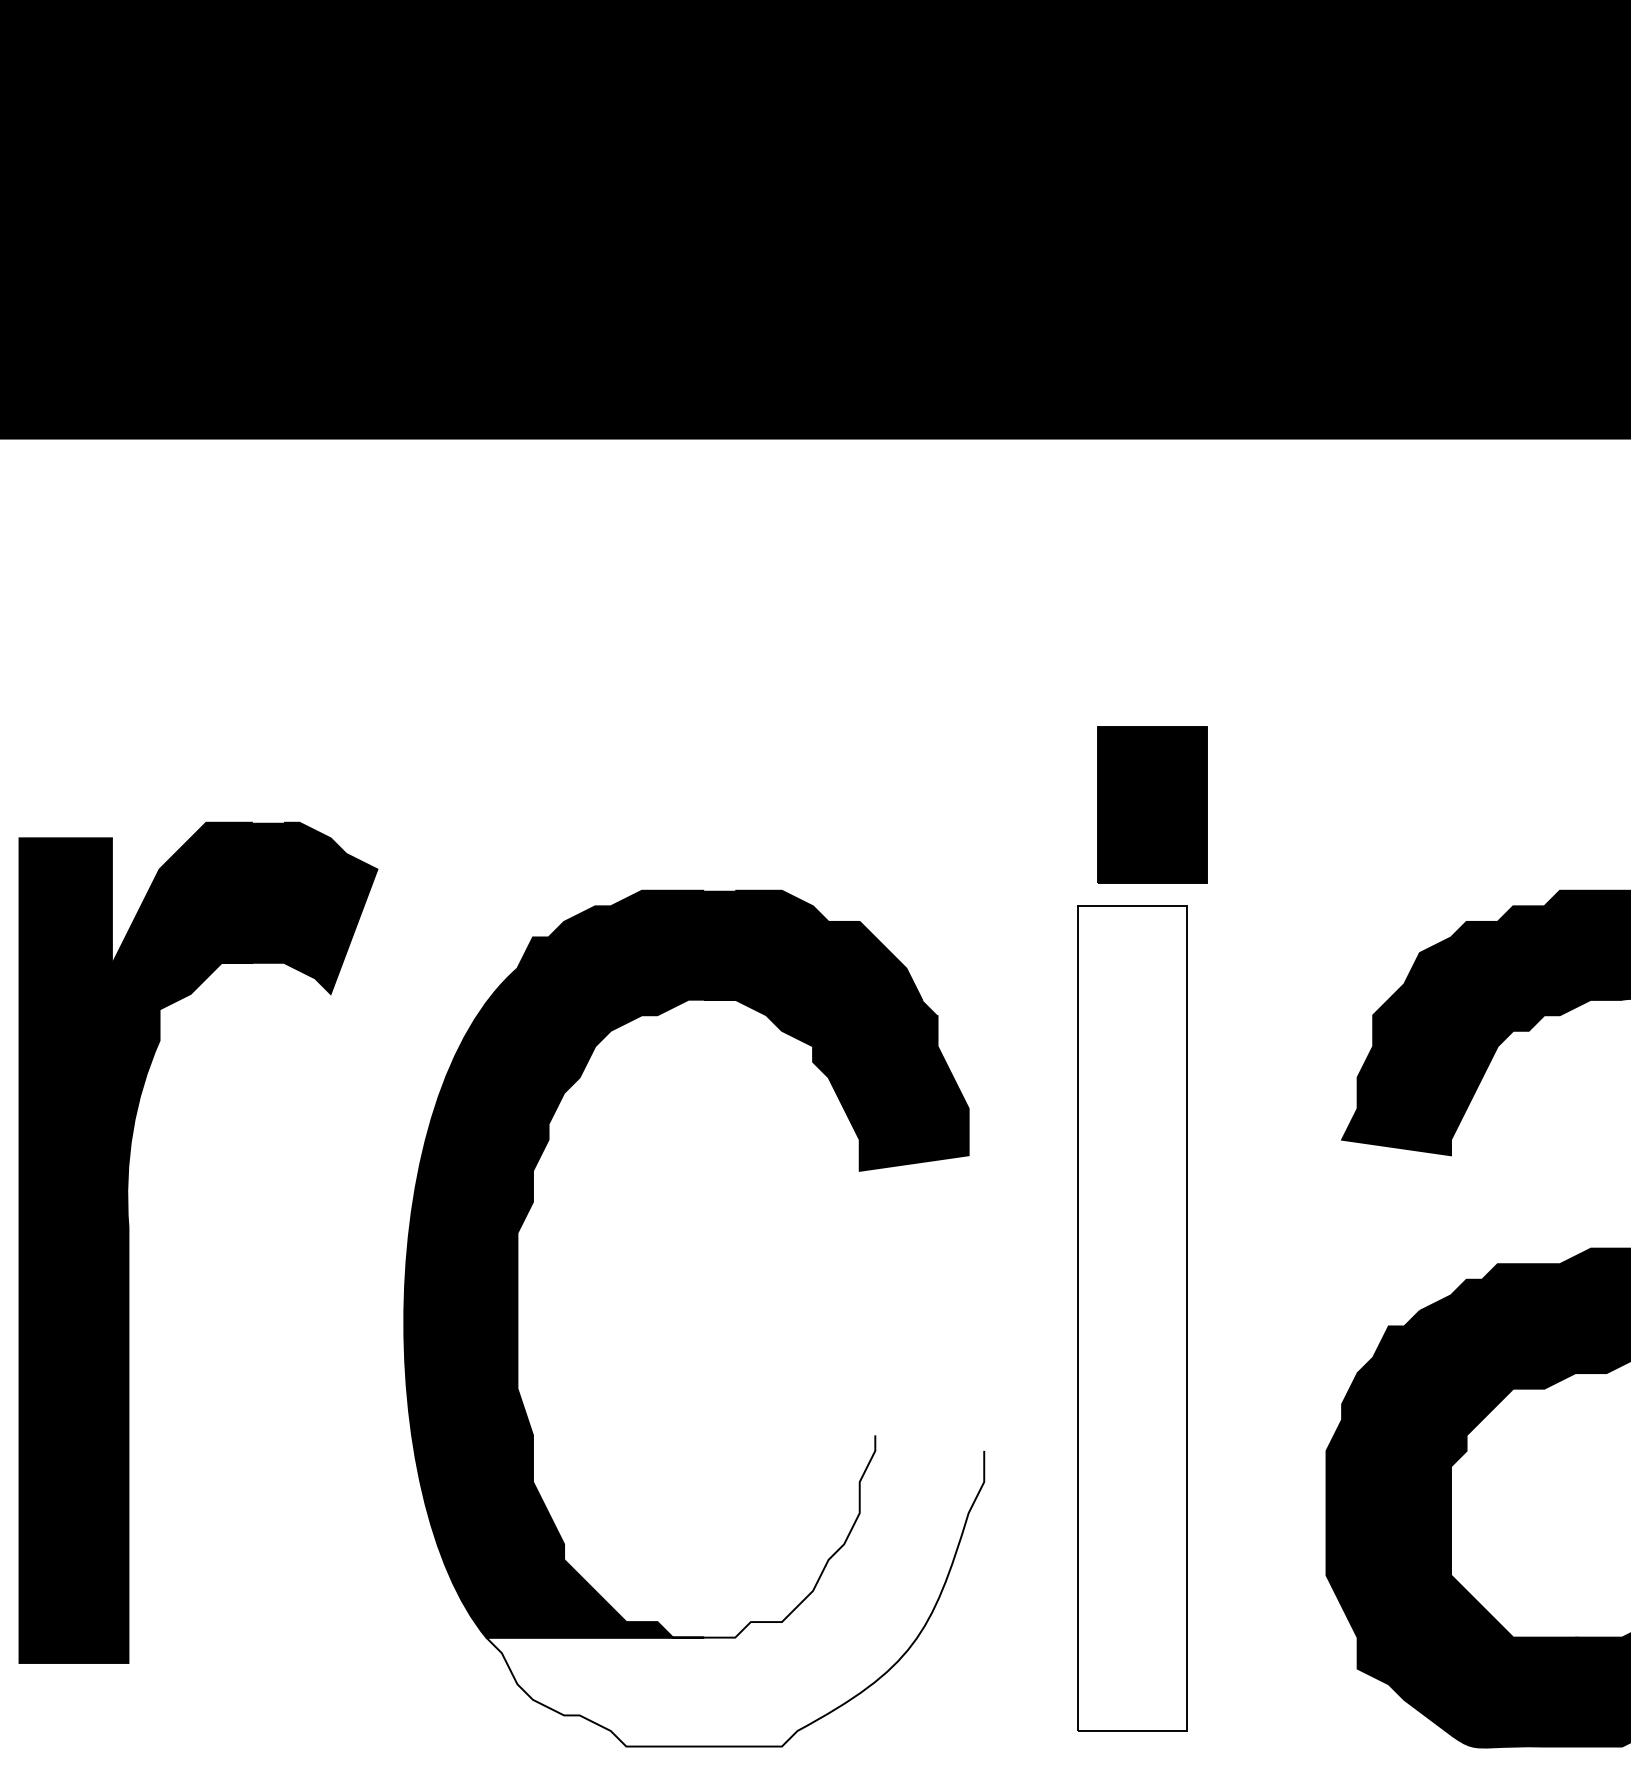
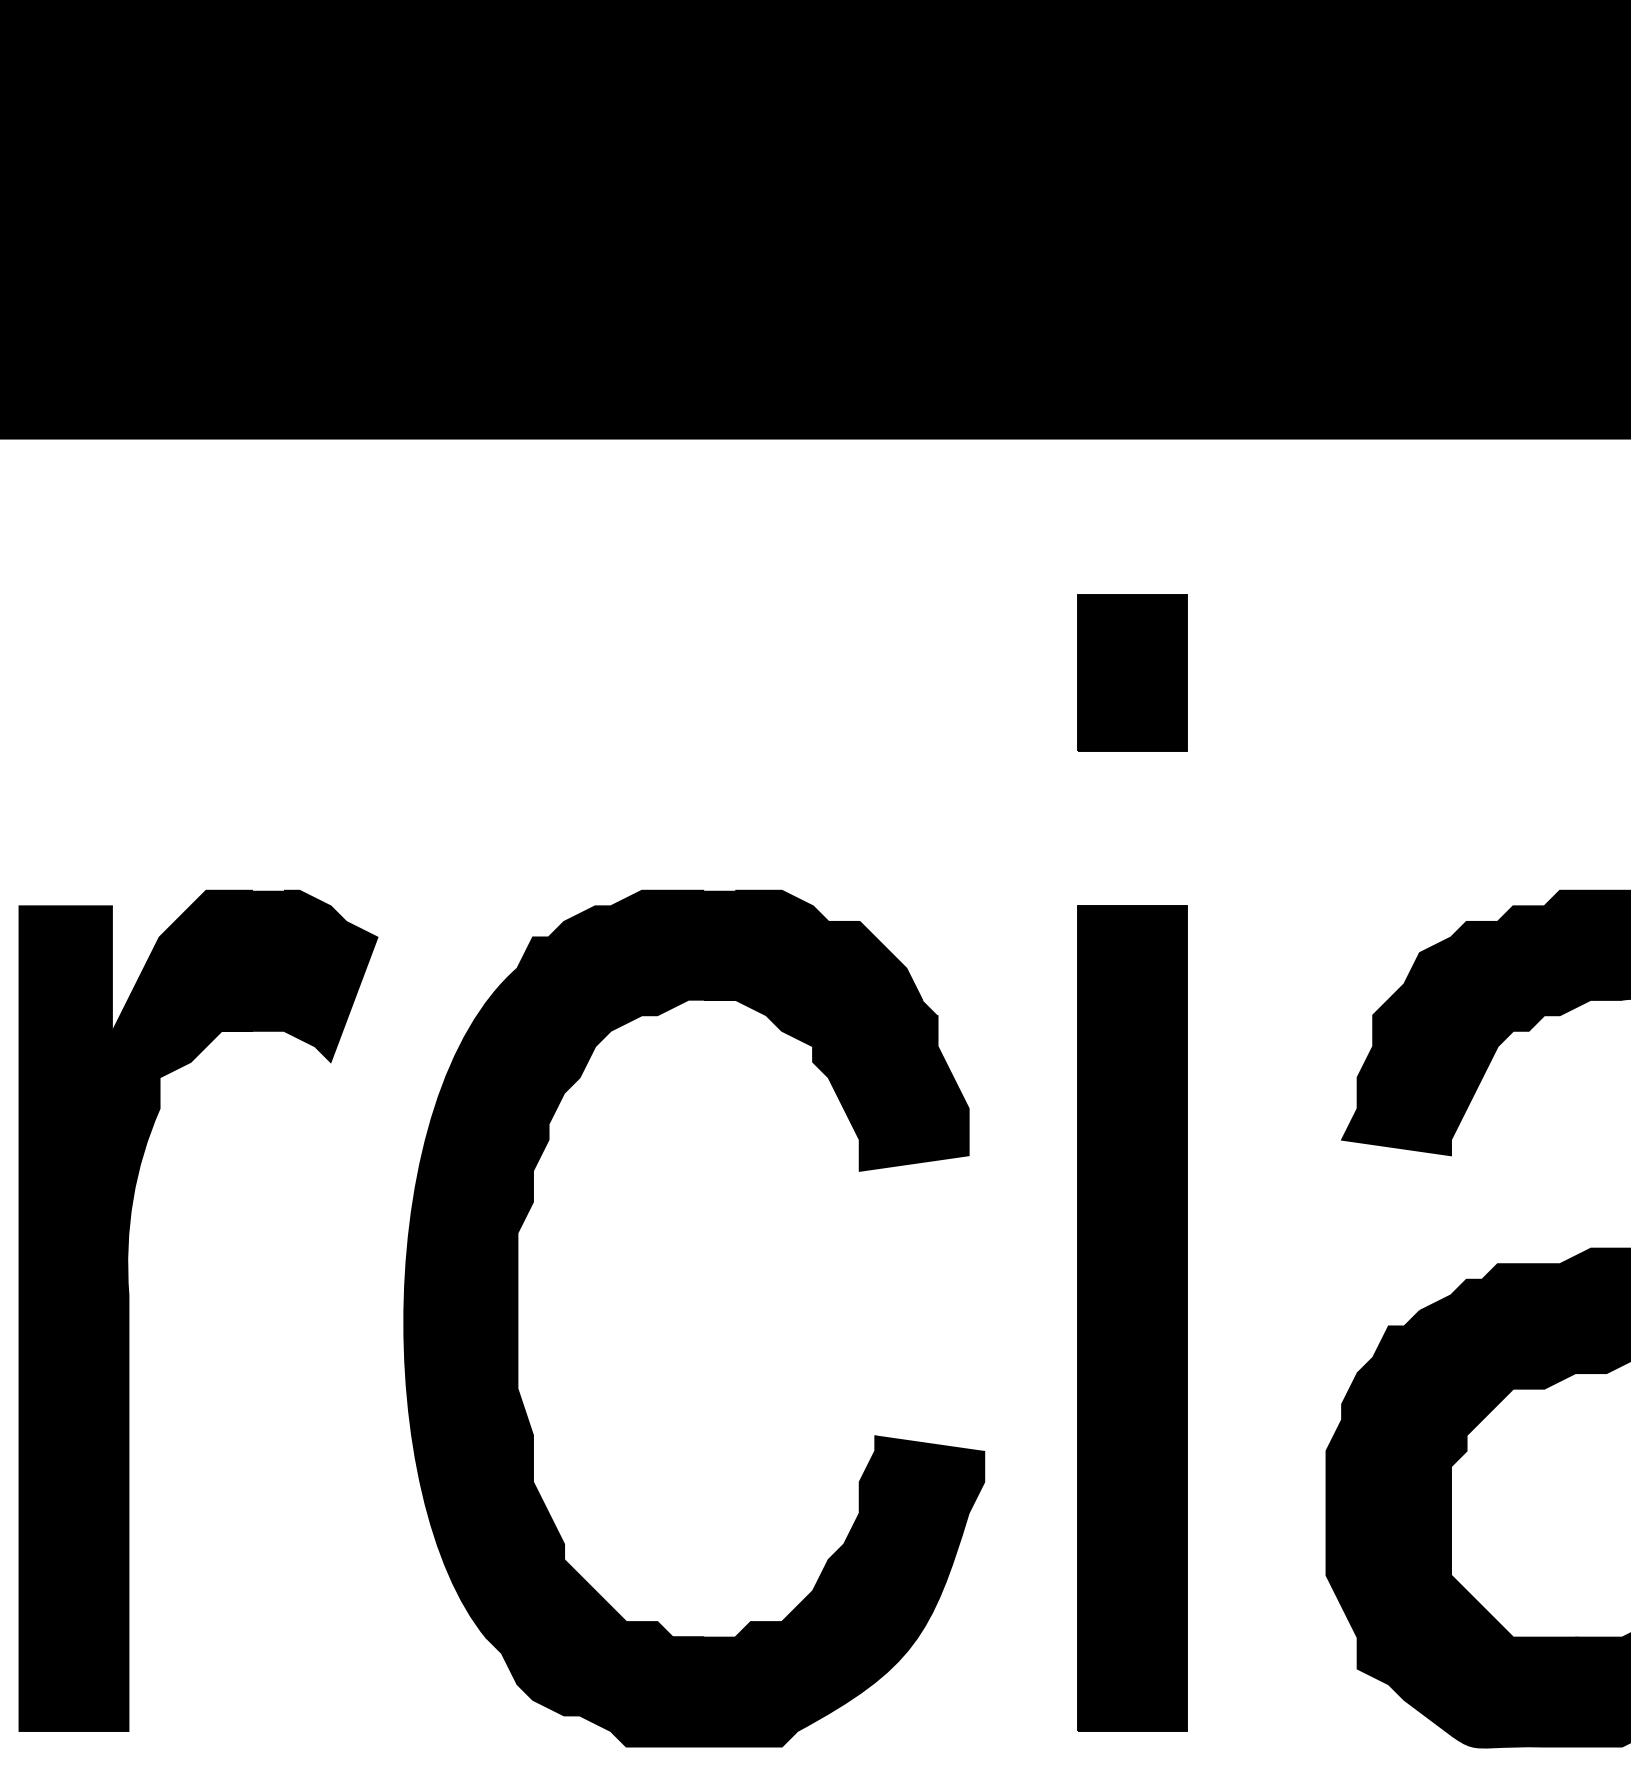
part at (1152, 804) position: (1152, 804) -> (1132, 672)
part at (129, 1242) position: (129, 1242) -> (129, 1310)
fill at (1131, 1318): none -> present
fill at (735, 1590): none -> present
